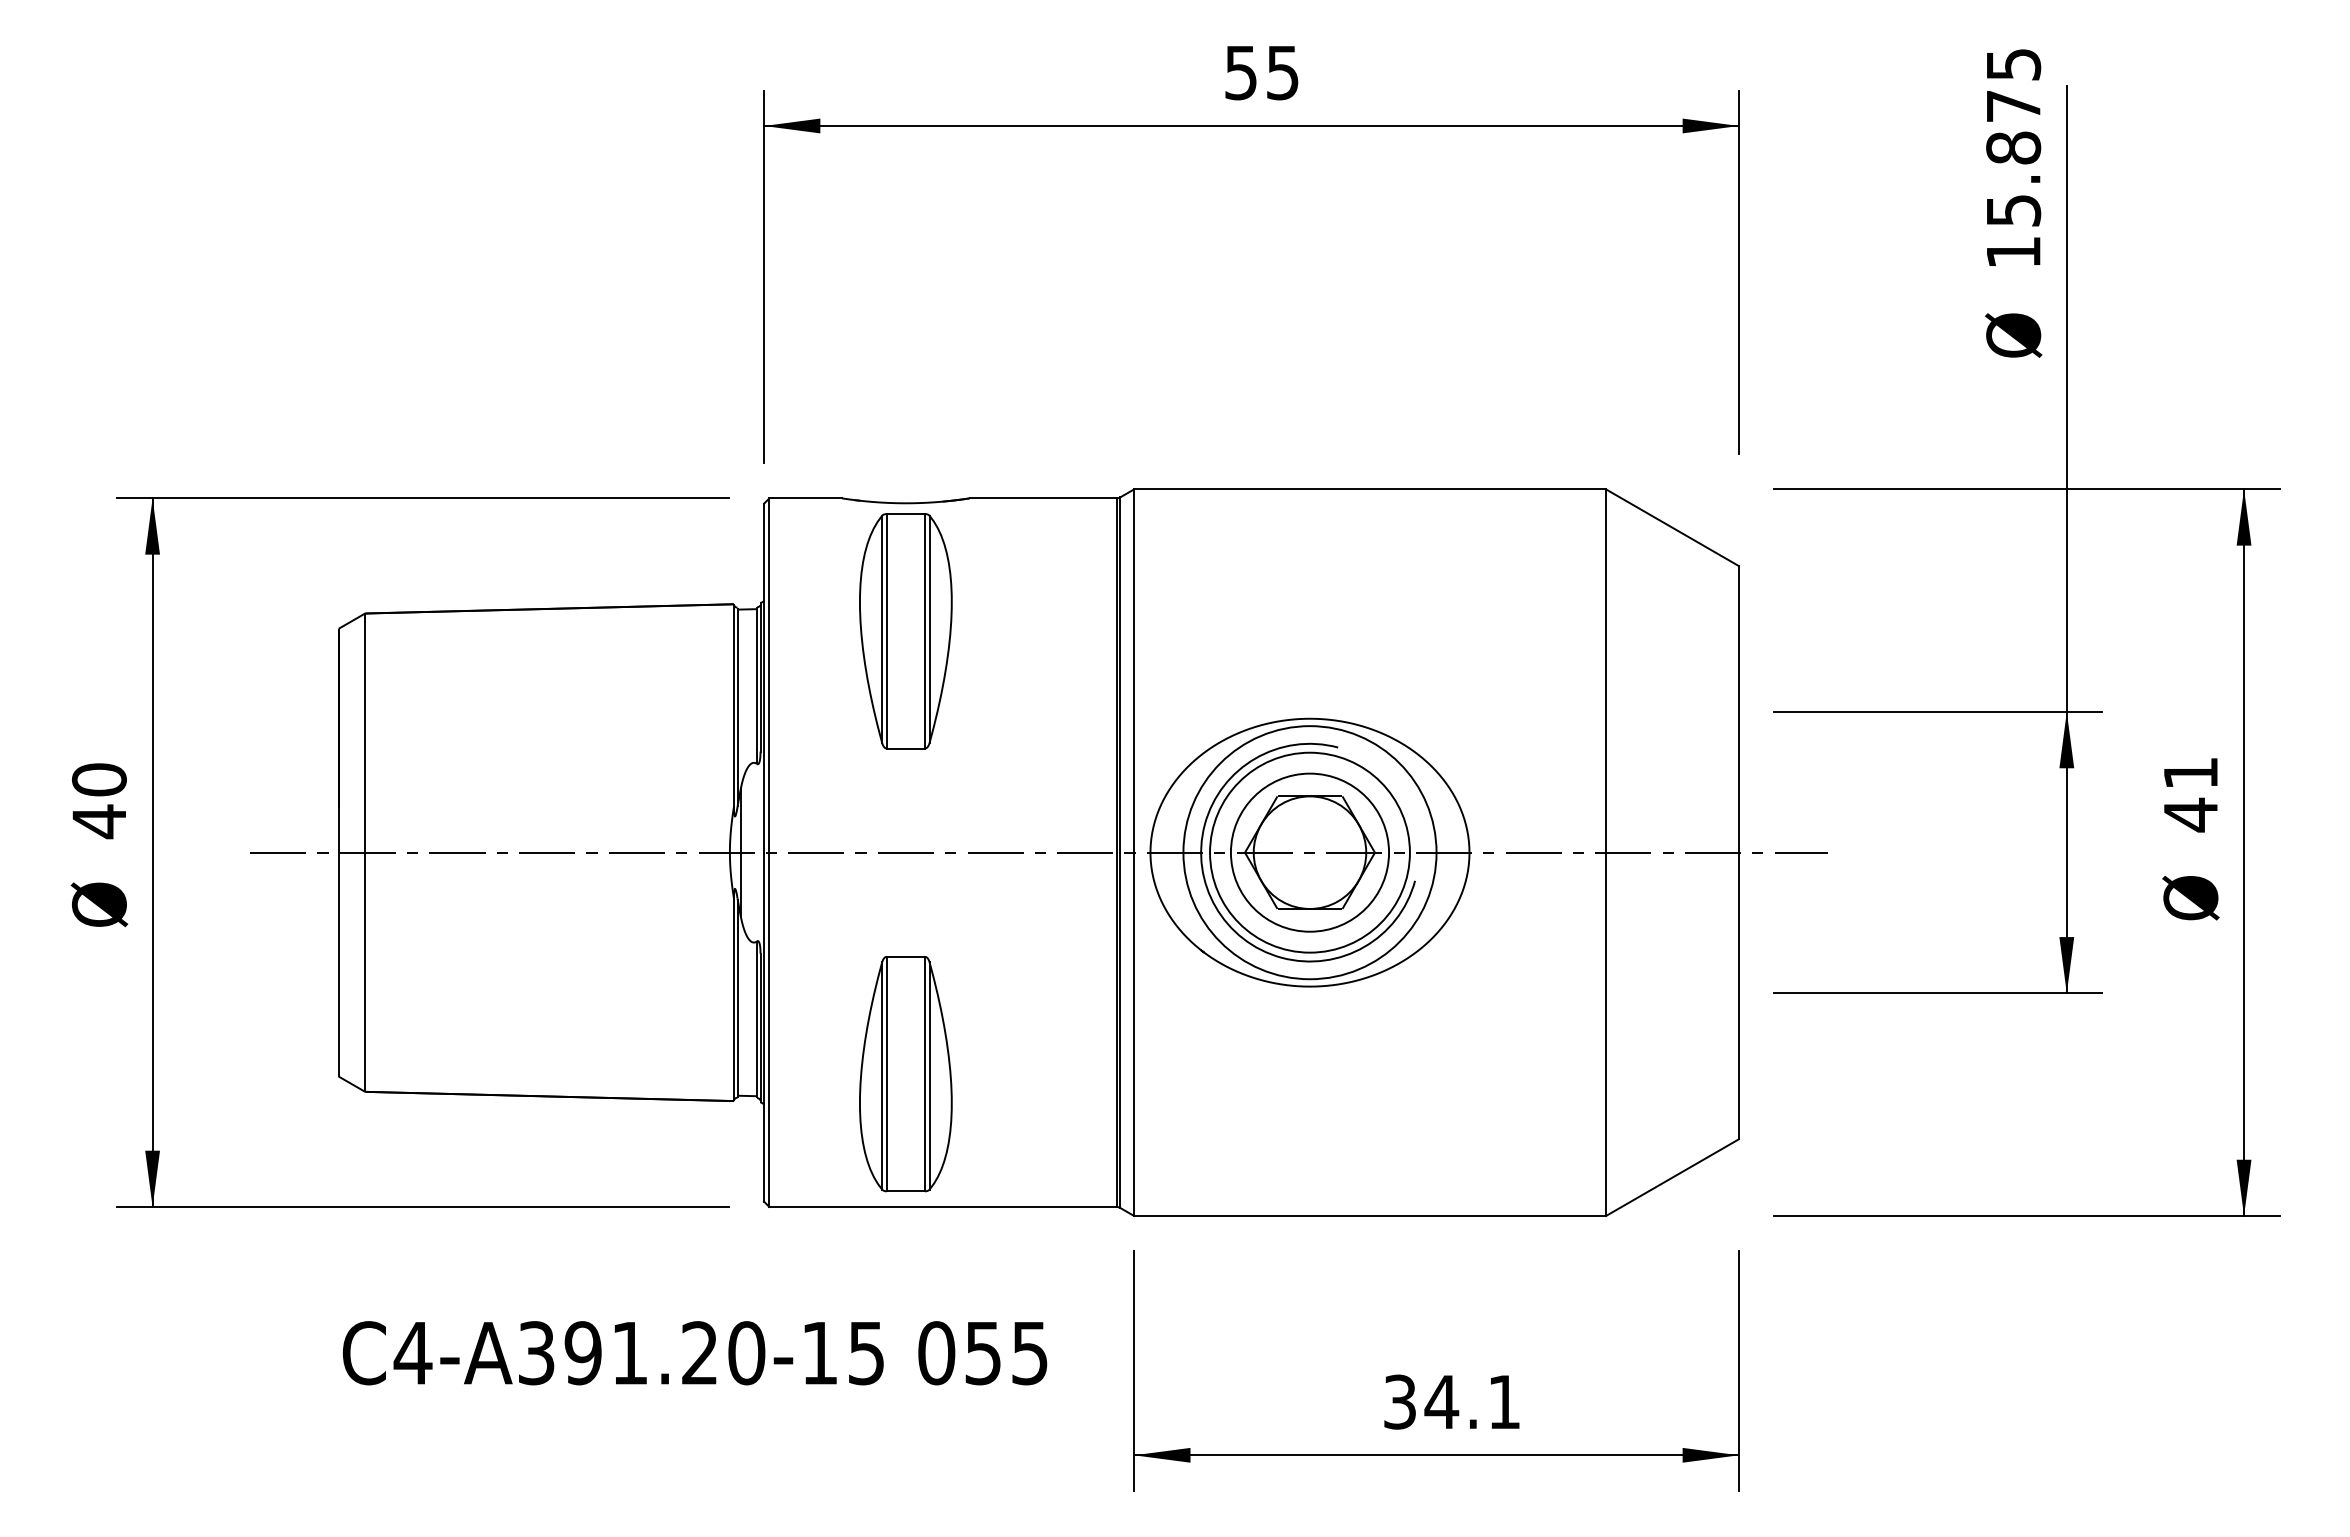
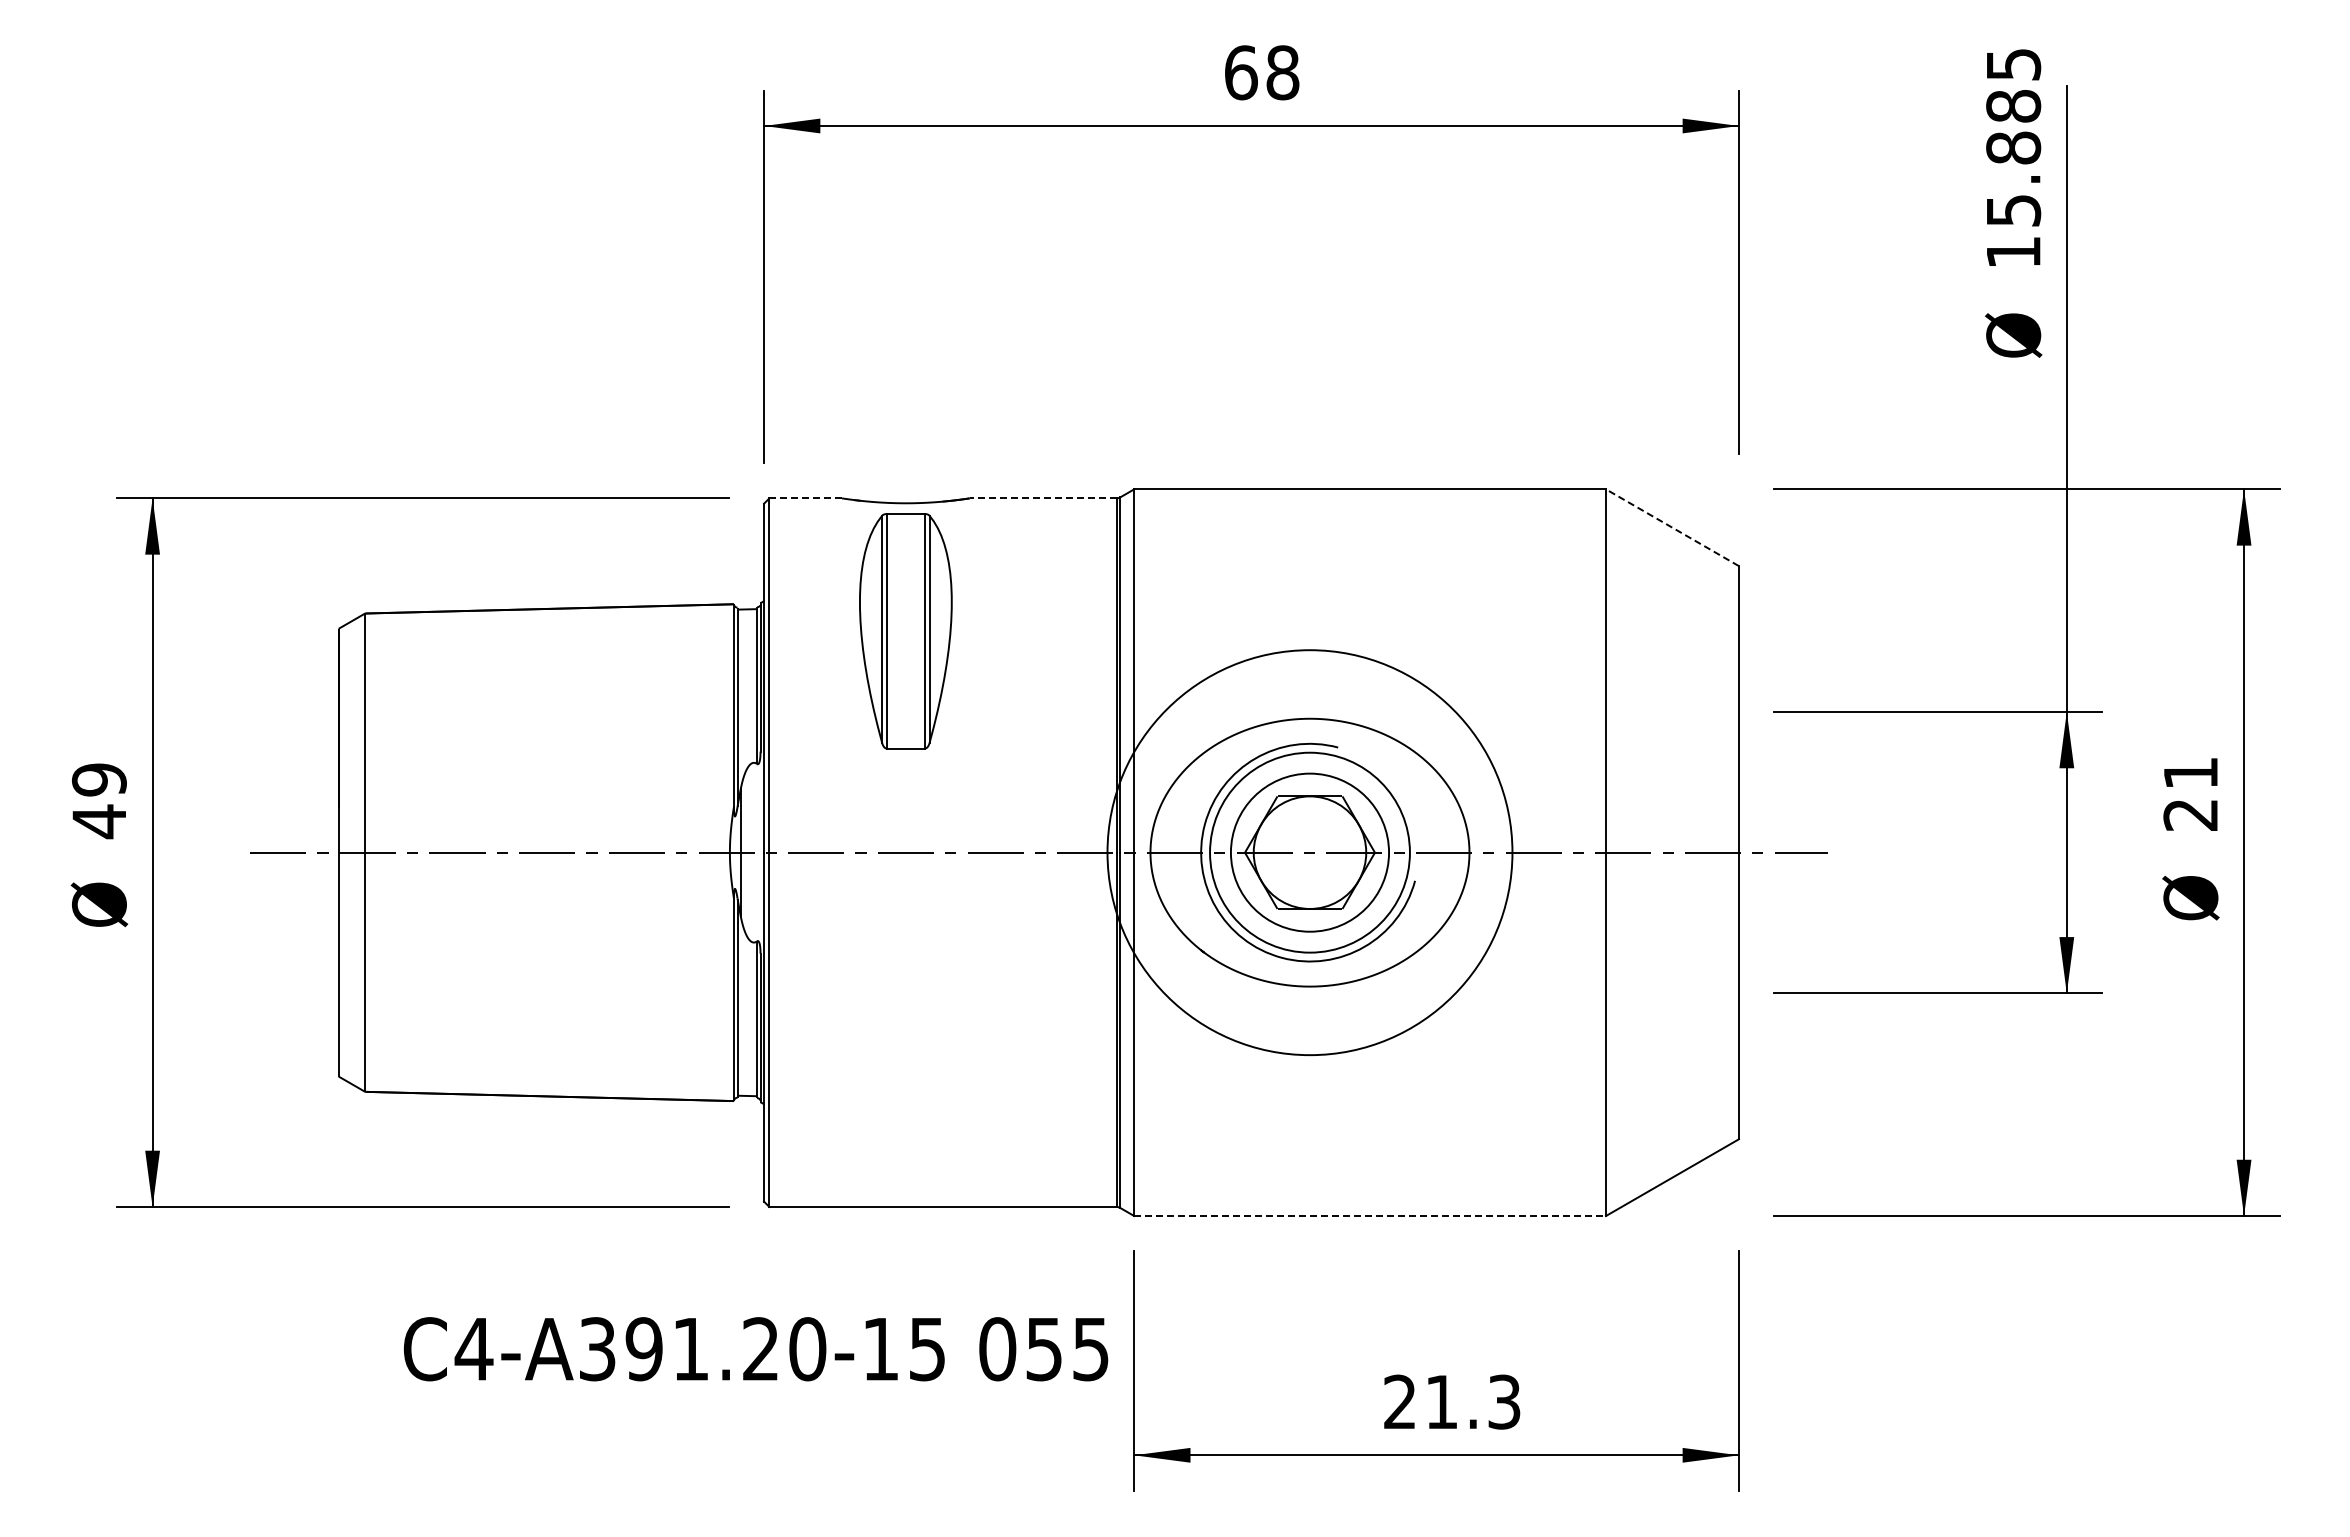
text at (1262, 72): 55 -> 68
text at (2013, 106): 15.875 -> 15.885
line at (805, 498): solid -> dashed
line at (1043, 498): solid -> dashed
line at (1672, 527): solid -> dashed
text at (99, 779): 40 -> 49
text at (2190, 814): 41 -> 21
circle at (1309, 852) diameter: 253 px -> 405 px
part at (905, 1074): present -> none
line at (1370, 1216): solid -> dashed
text at (694, 1353) position: (694, 1353) -> (755, 1349)
text at (1452, 1401): 34.1 -> 21.3
